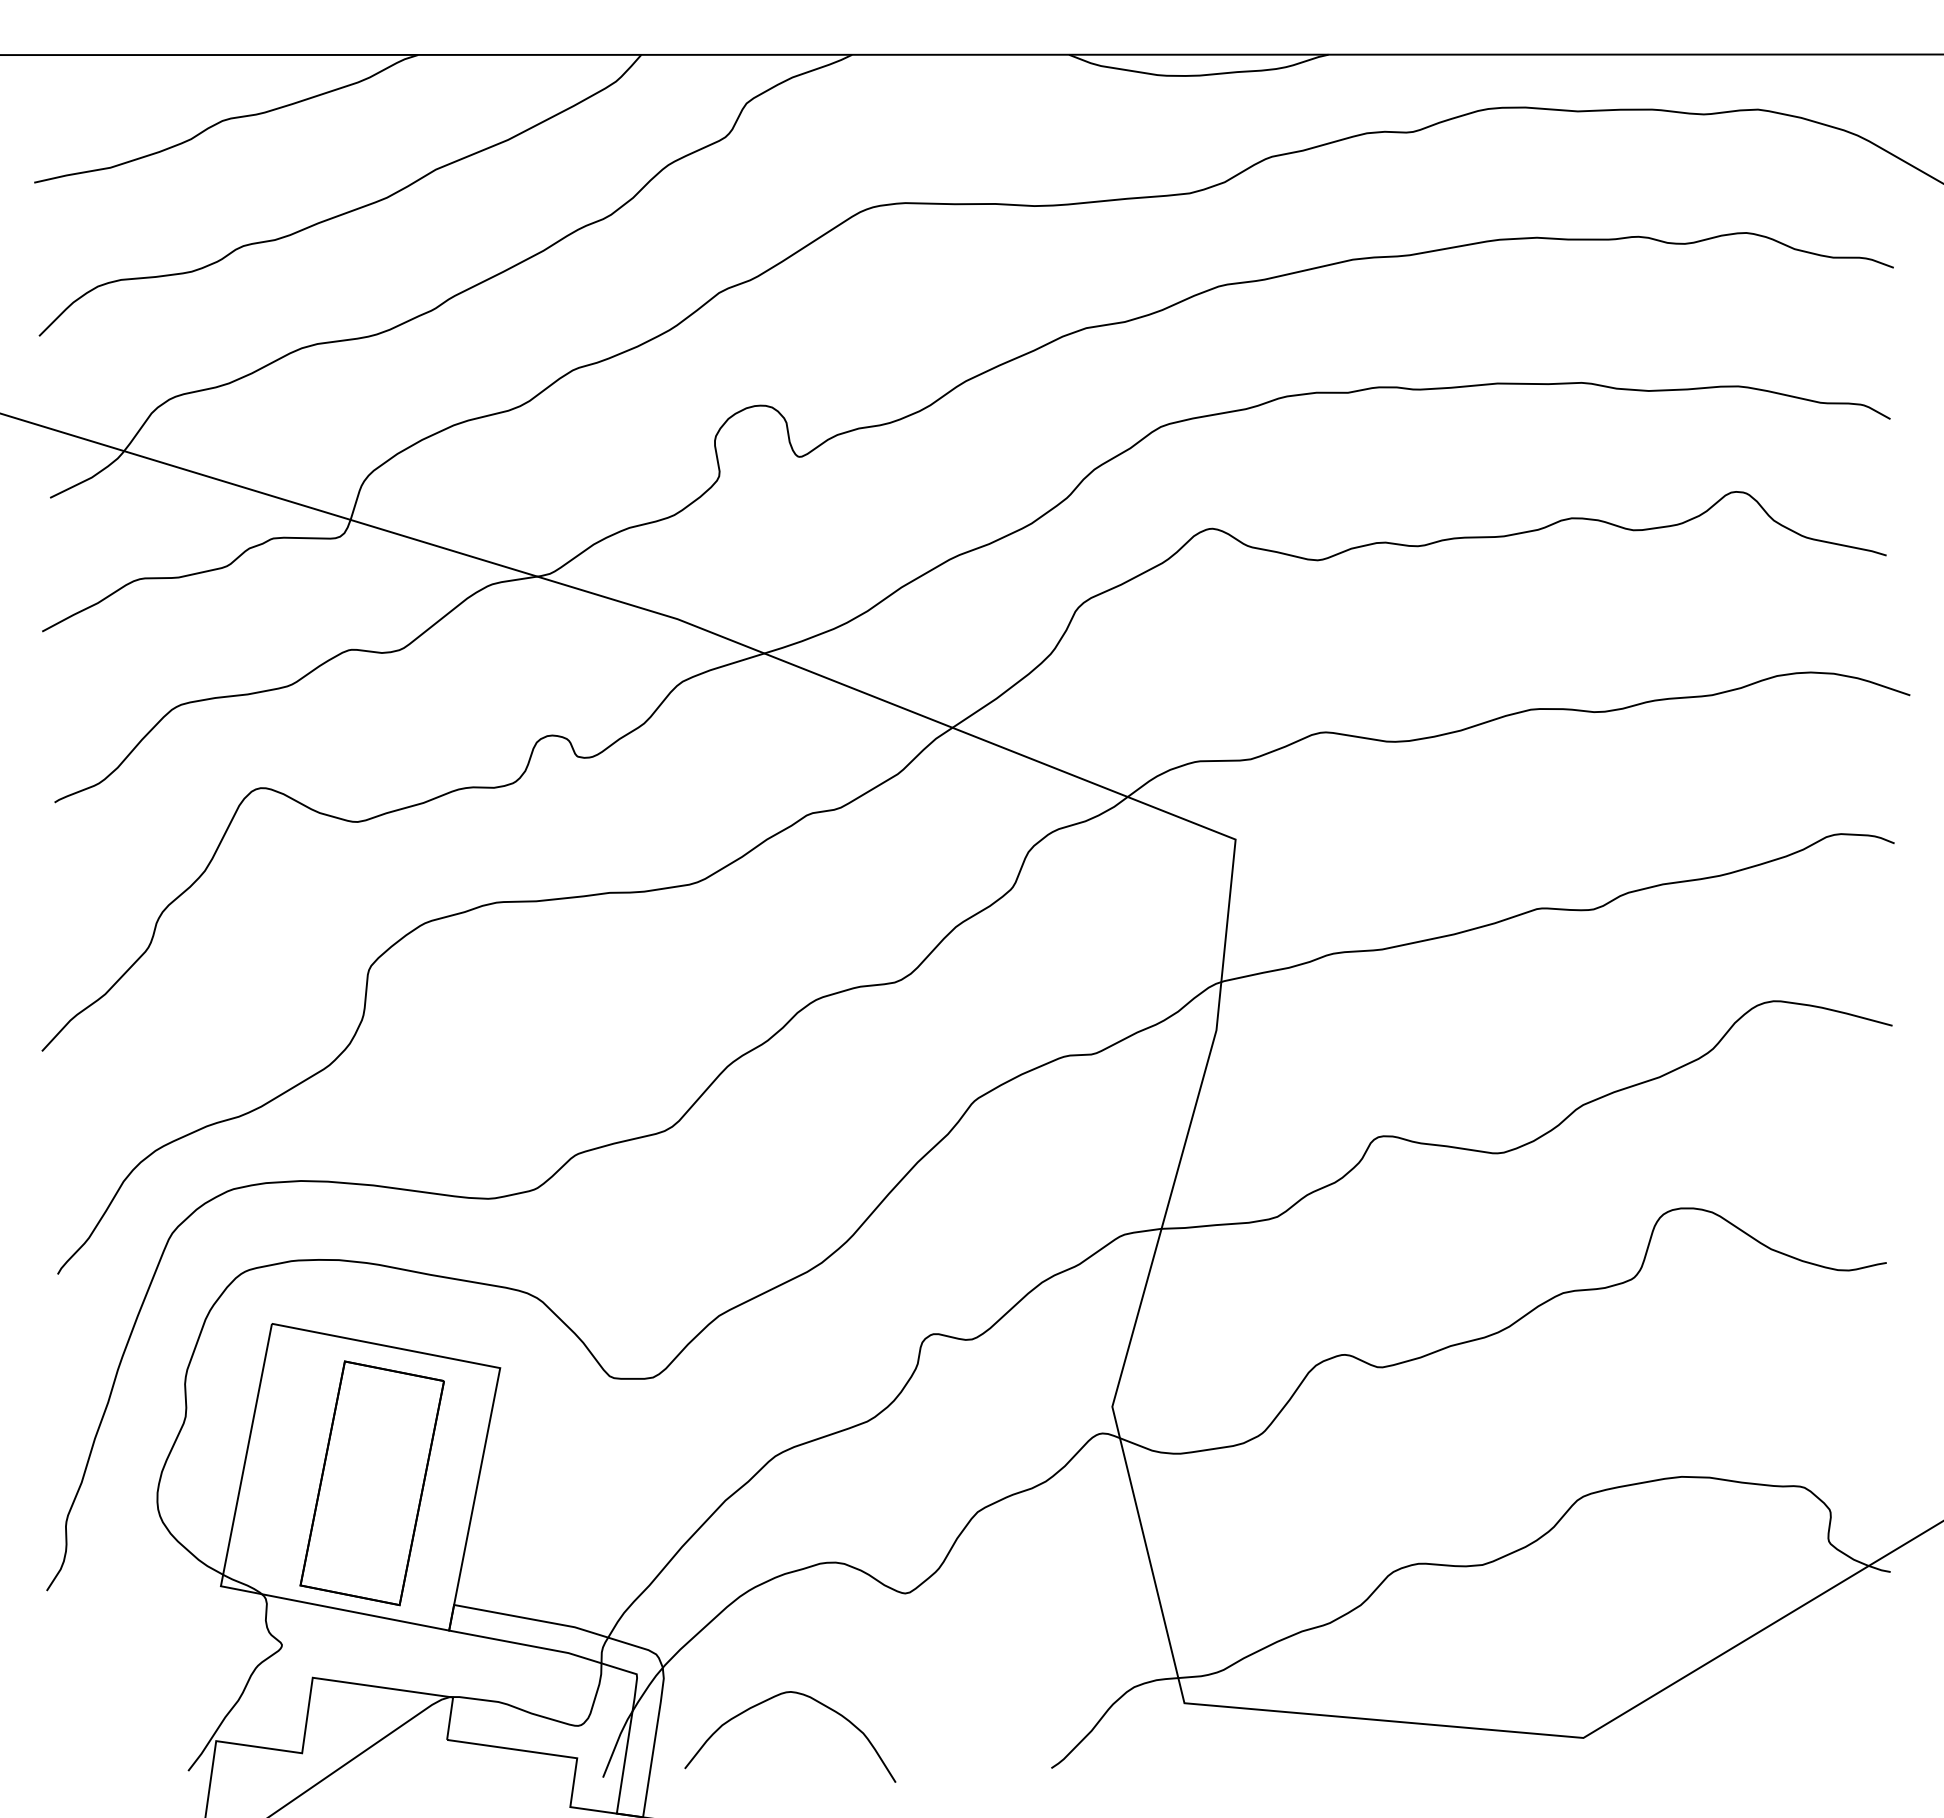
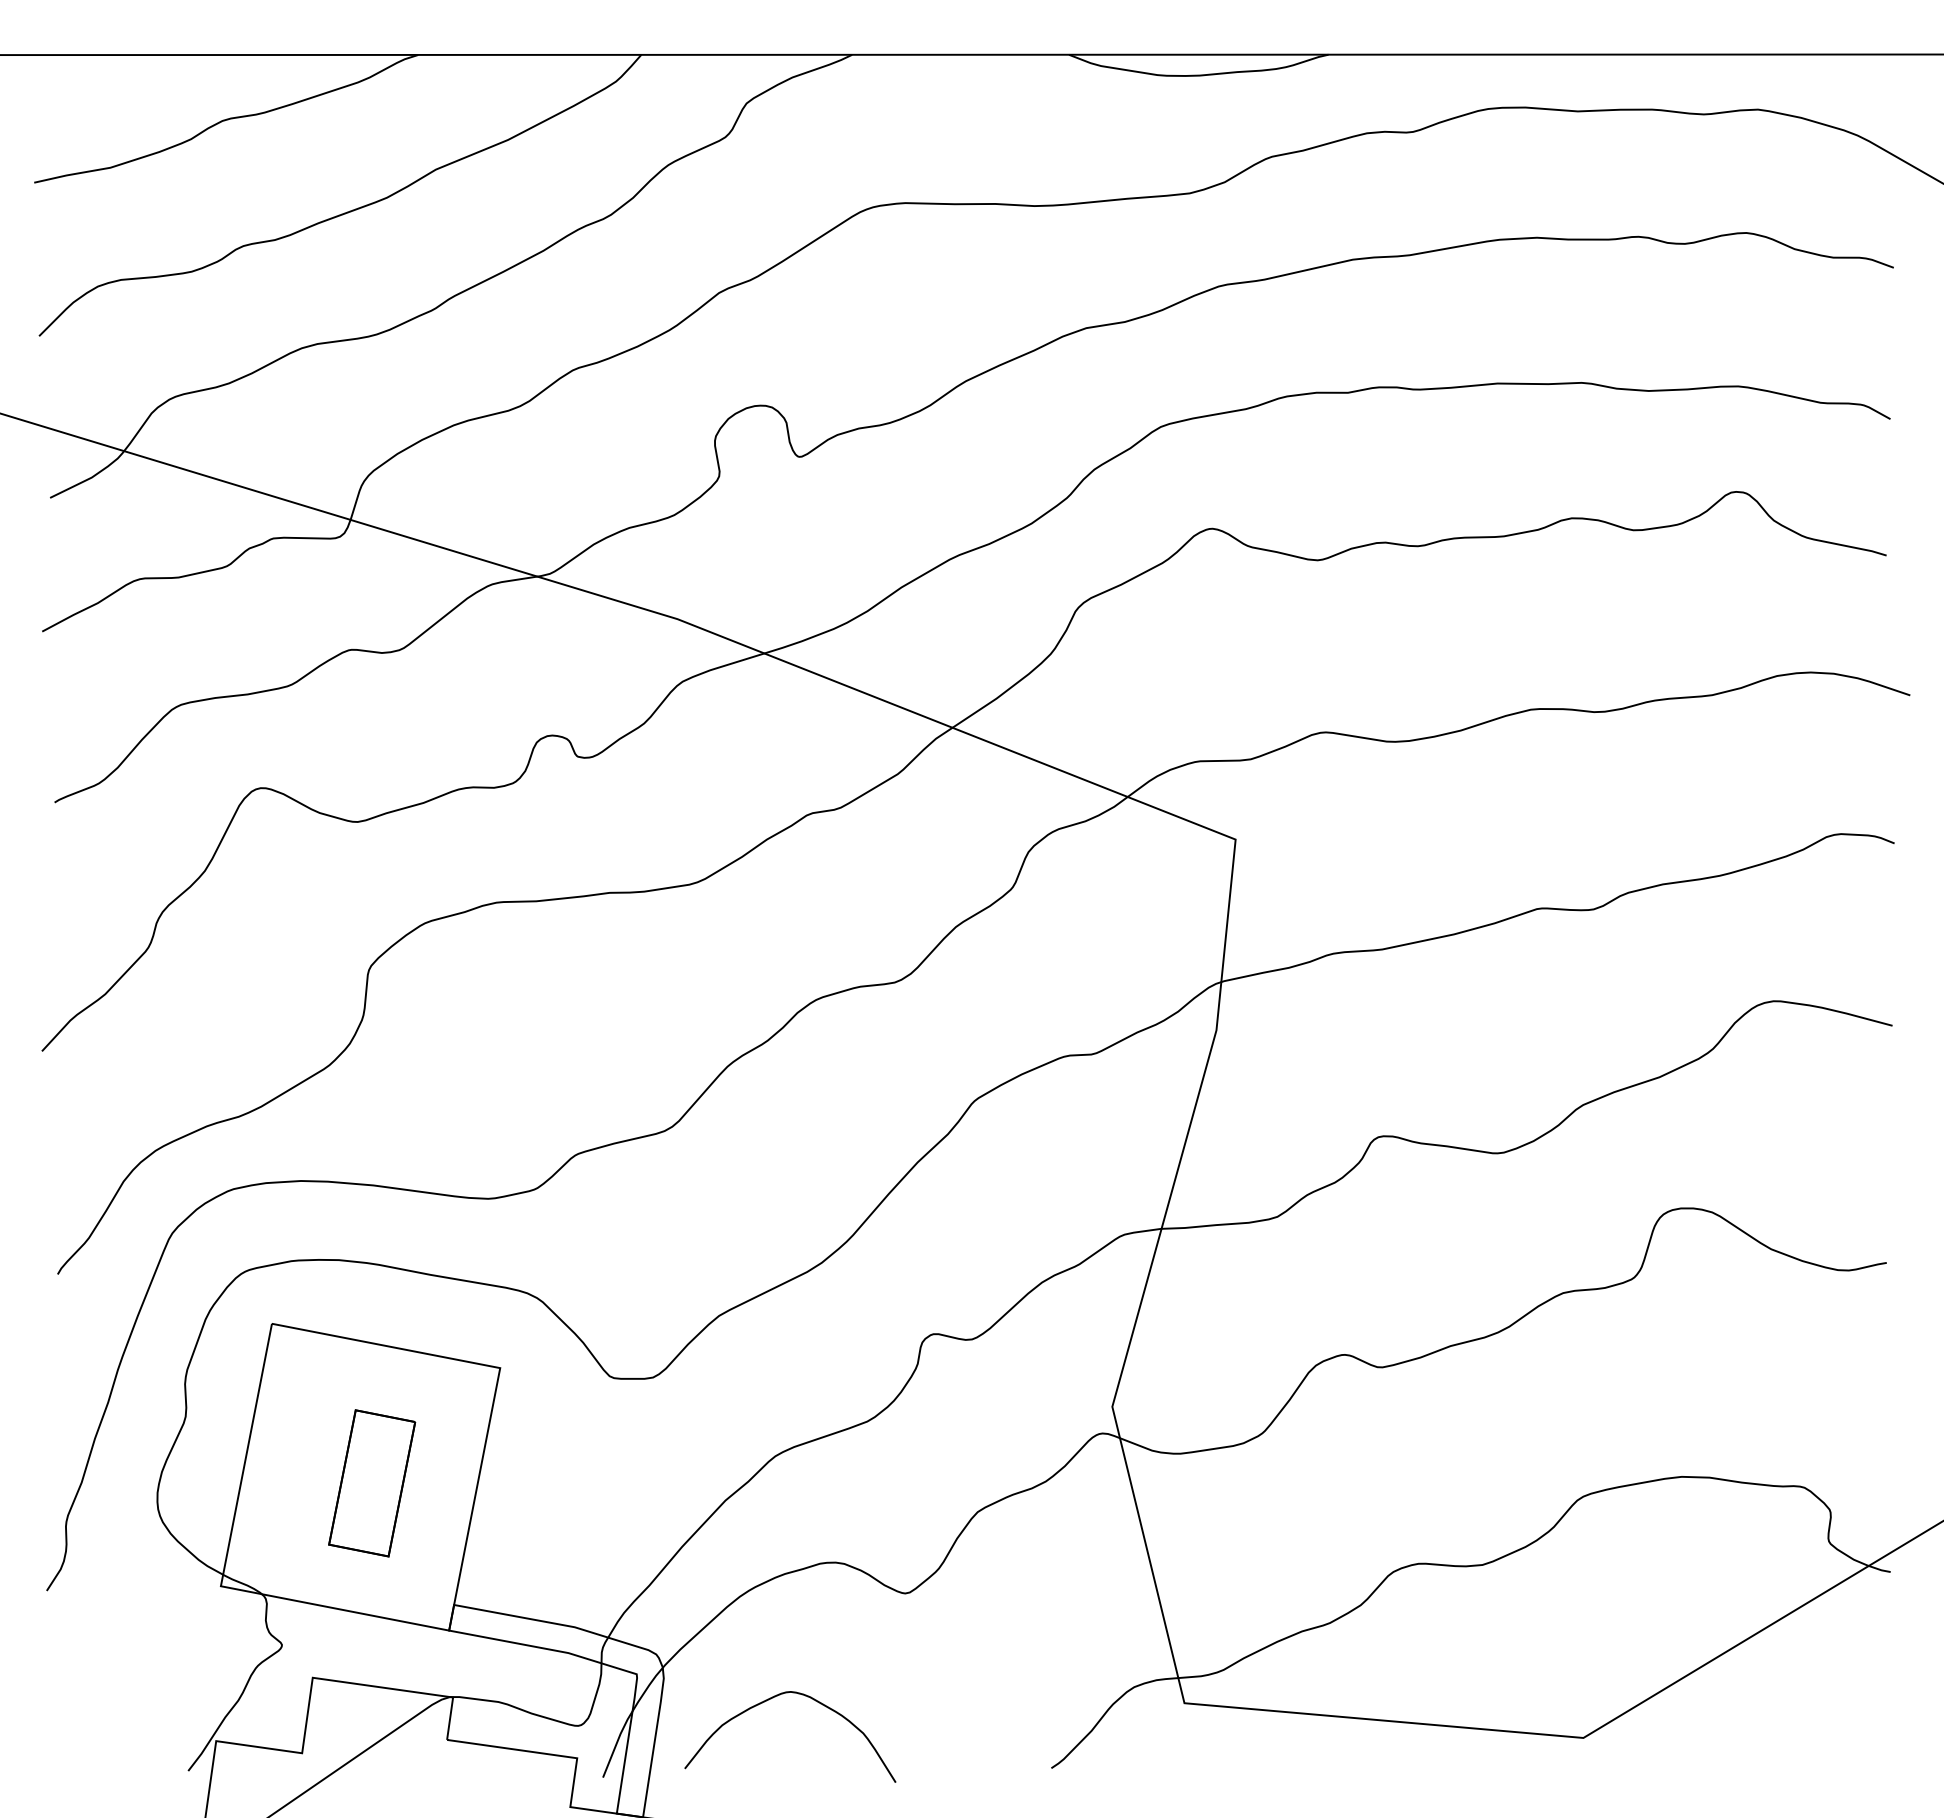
part at (371, 1483) size: 146x247 px -> 89x149 px
